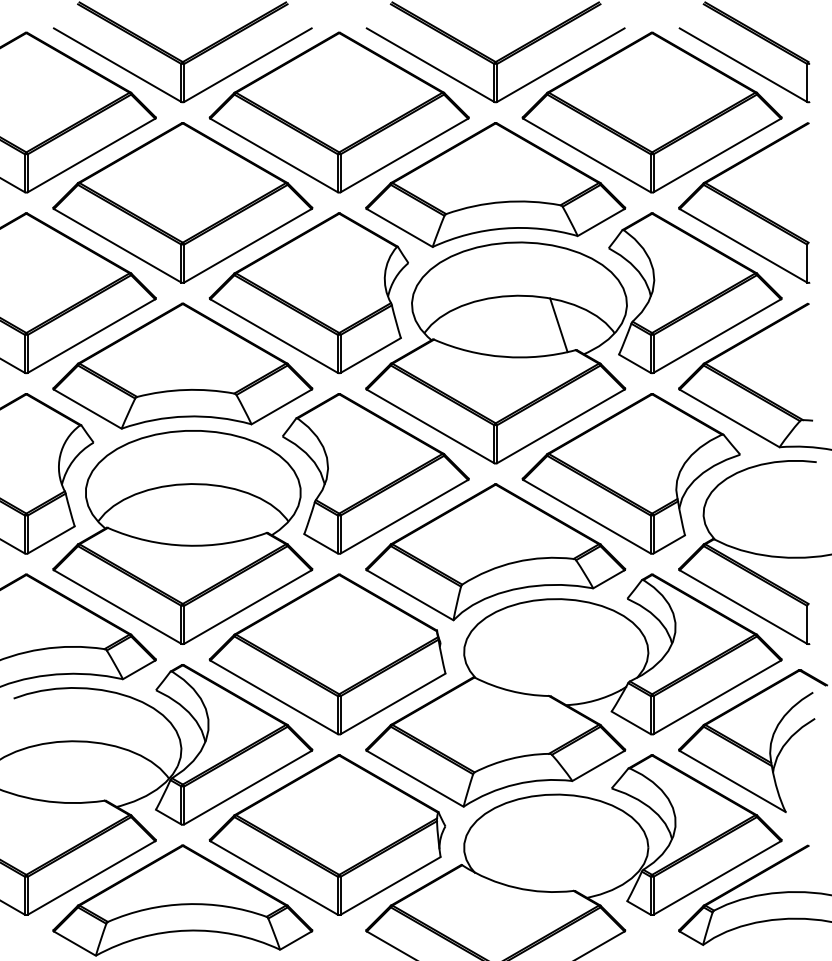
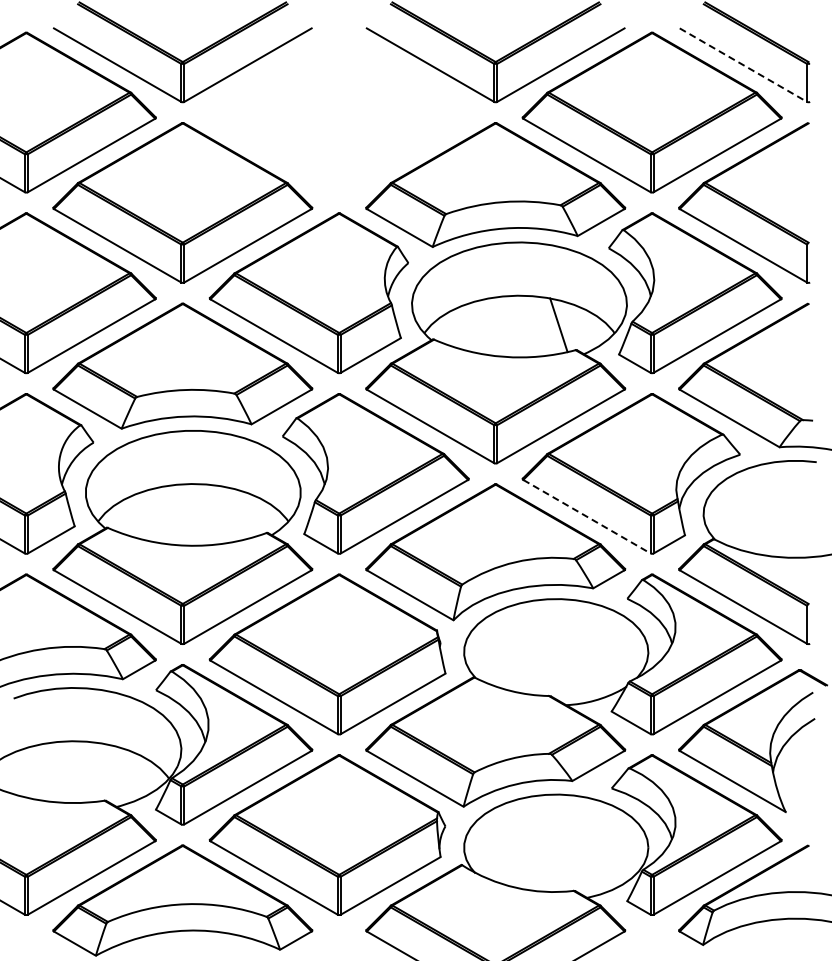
line at (743, 65): solid -> dashed
part at (338, 112): present -> none
line at (586, 516): solid -> dashed
